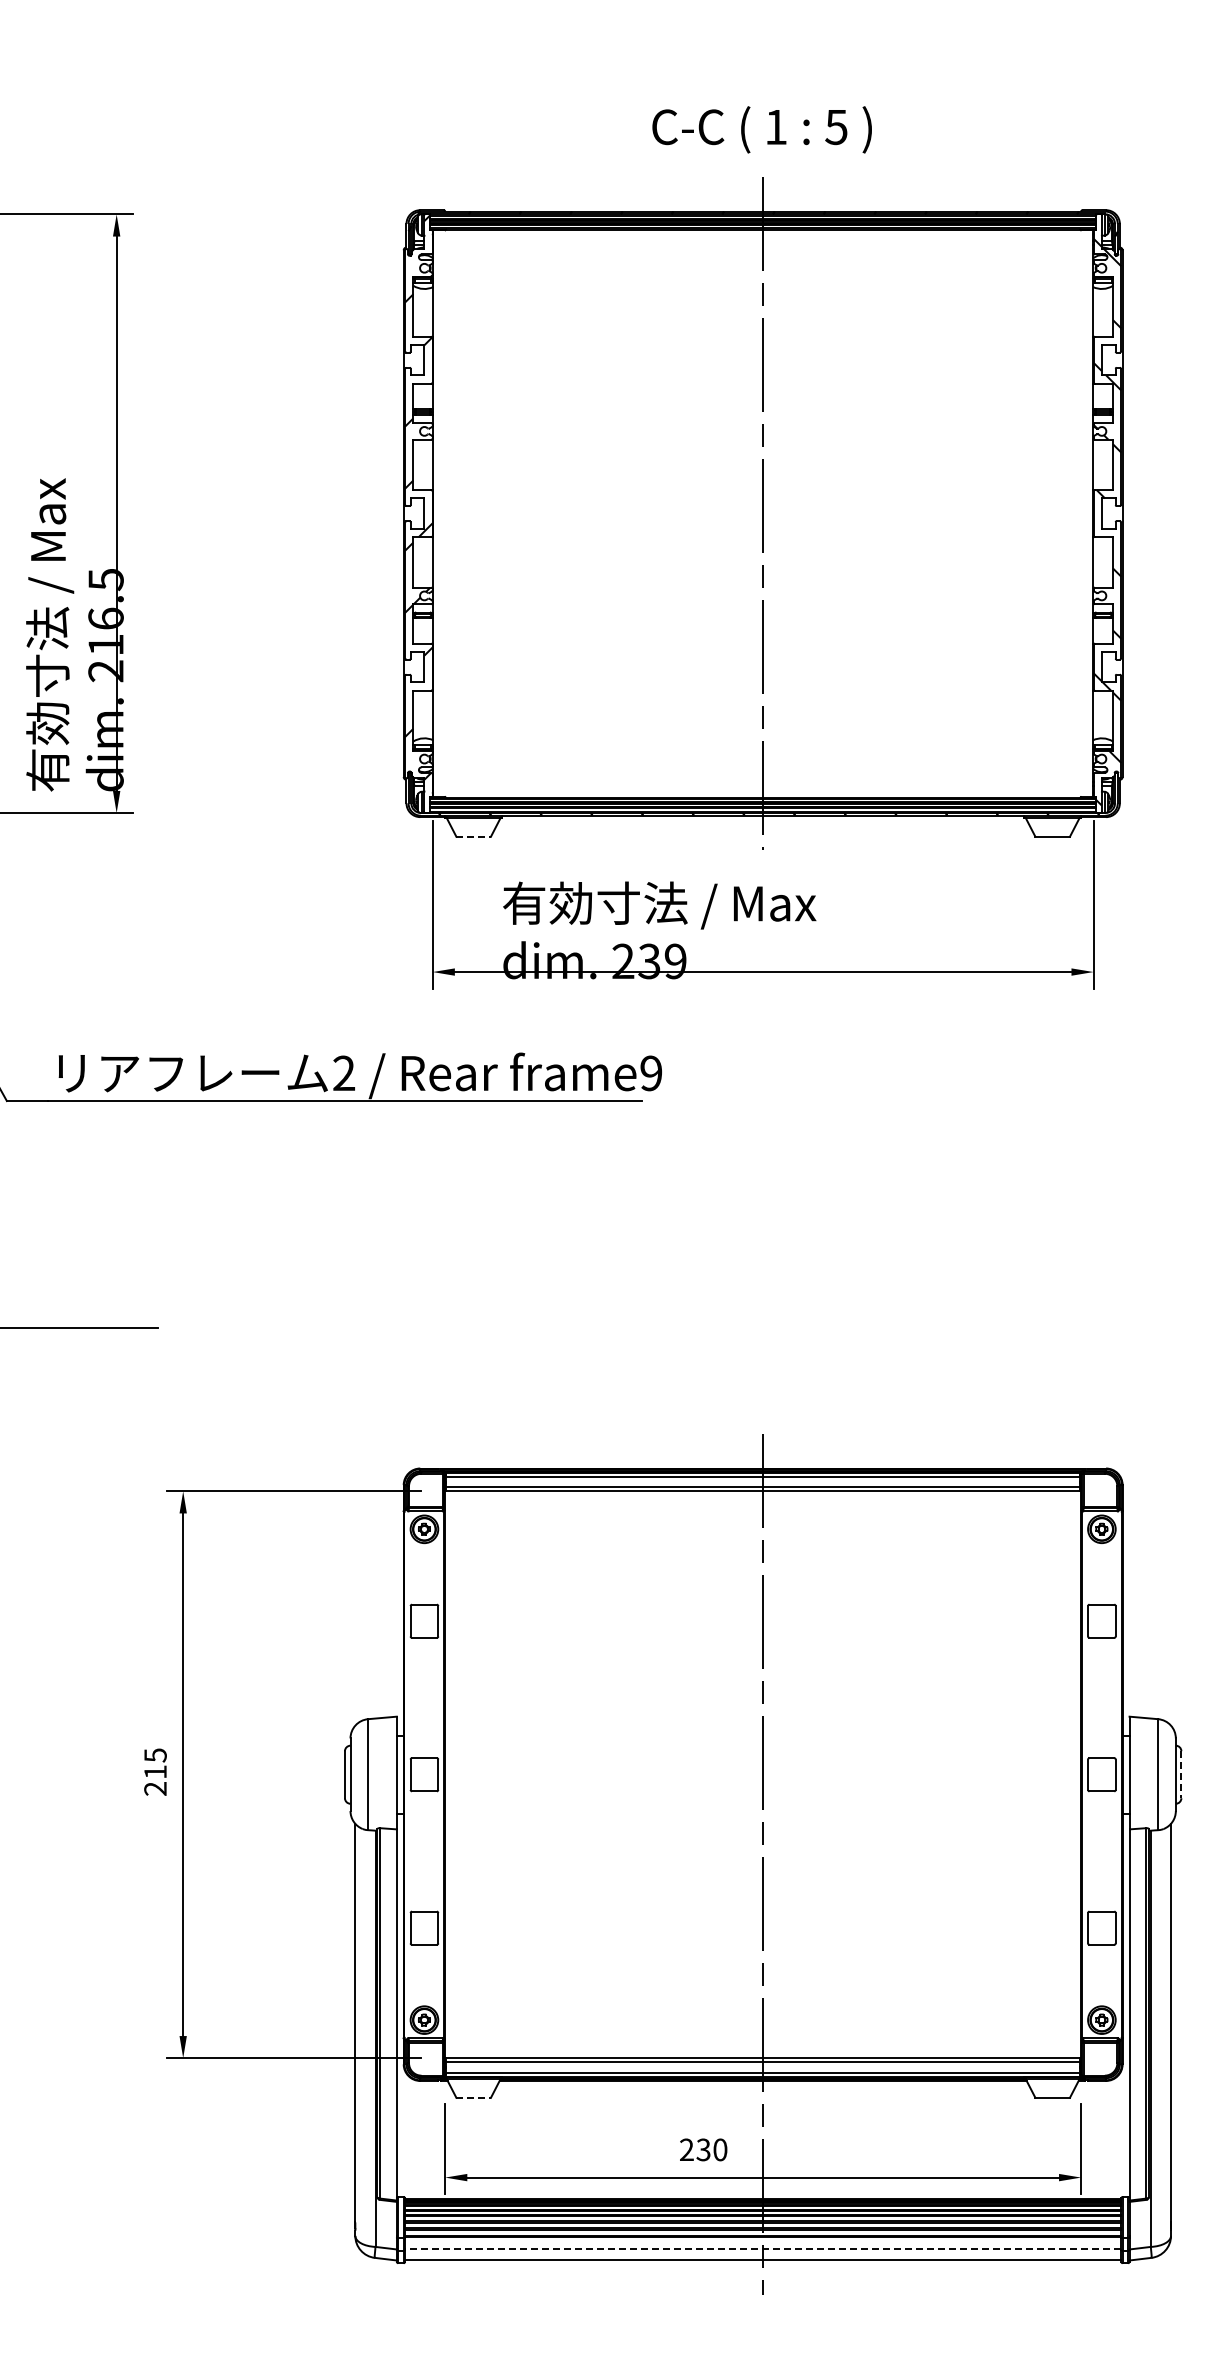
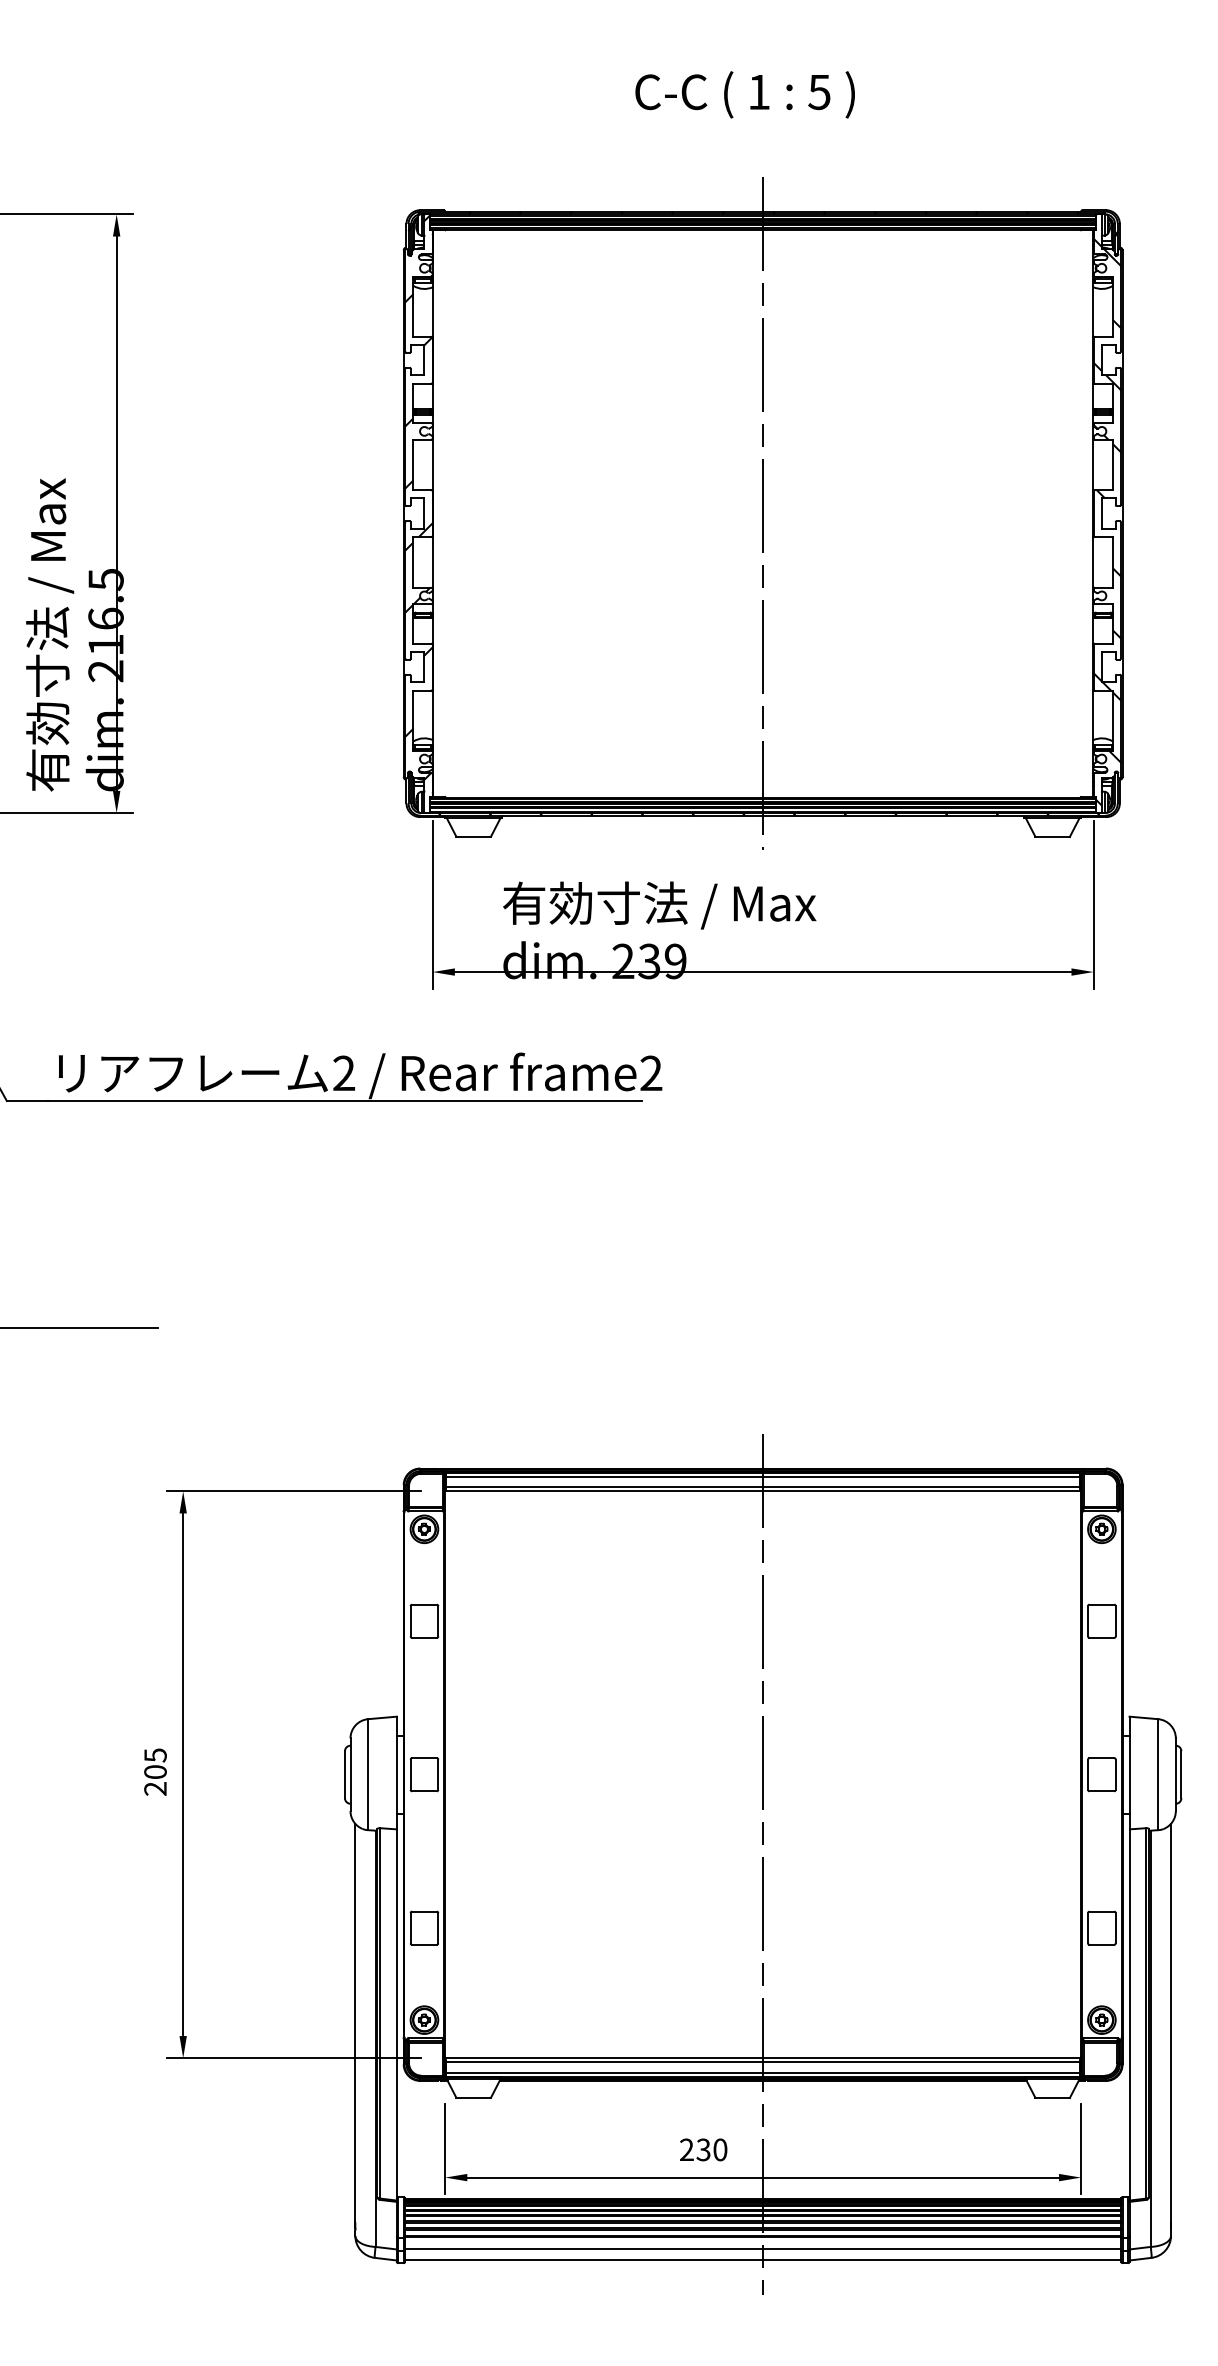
text at (761, 129) position: (761, 129) -> (744, 94)
line at (474, 836): dashed -> solid
text at (651, 1073): frame9 -> frame2
text at (155, 1771): 215 -> 205
line at (1181, 1774): dashed -> solid
line at (474, 2097): dashed -> solid
line at (762, 2249): dashed -> solid
